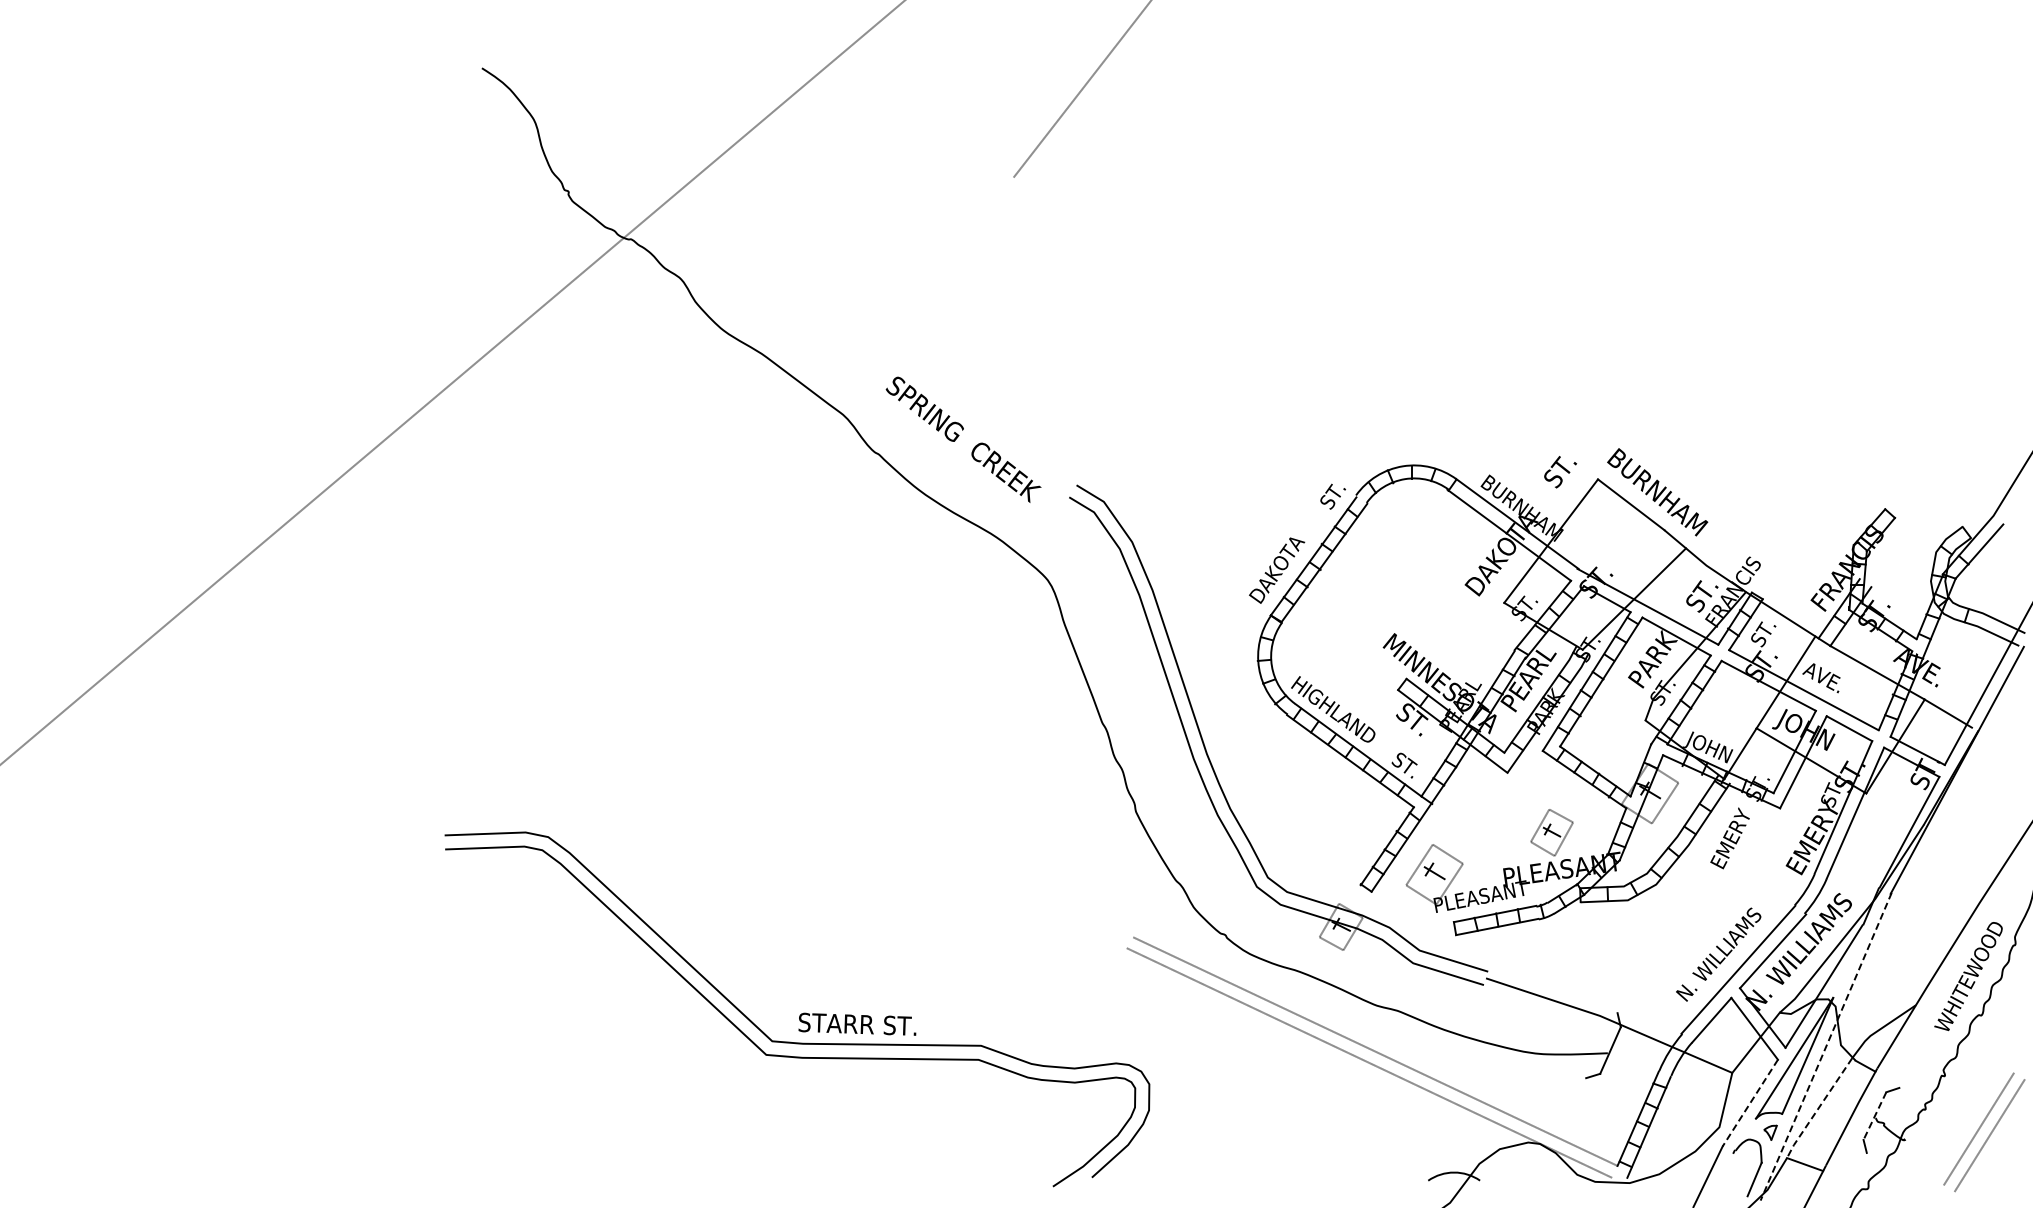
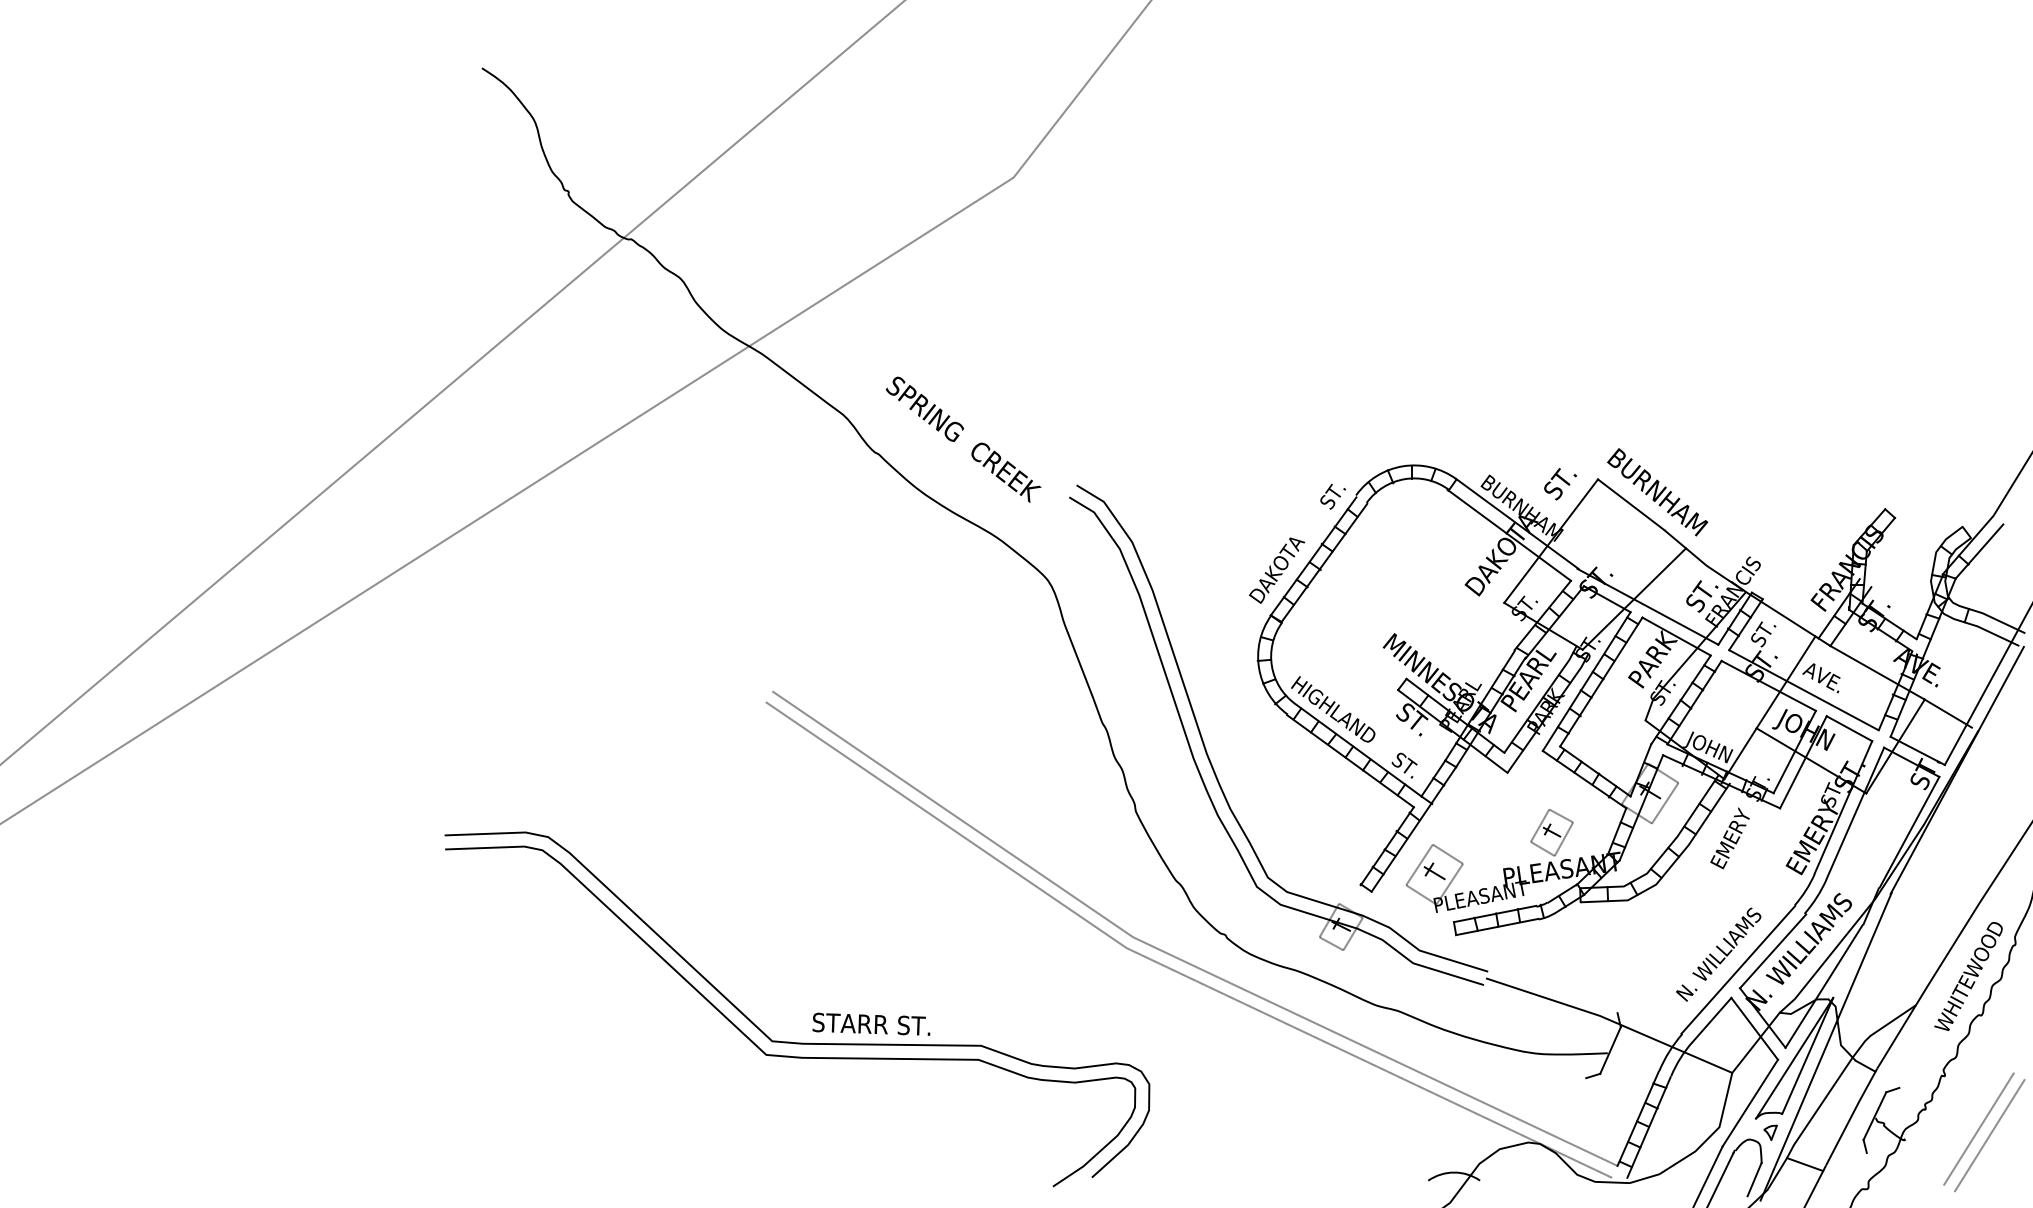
text at (1560, 472) position: (1560, 472) -> (1560, 484)
line at (507, 499): none -> present
line at (952, 814): none -> present
line at (945, 825): none -> present
text at (857, 1023) position: (857, 1023) -> (871, 1023)
line at (1825, 1047): dashed -> solid
line at (1750, 1103): dashed -> solid
line at (1818, 1108): dashed -> solid
line at (1874, 1116): dashed -> solid
line at (1720, 1178): none -> present
